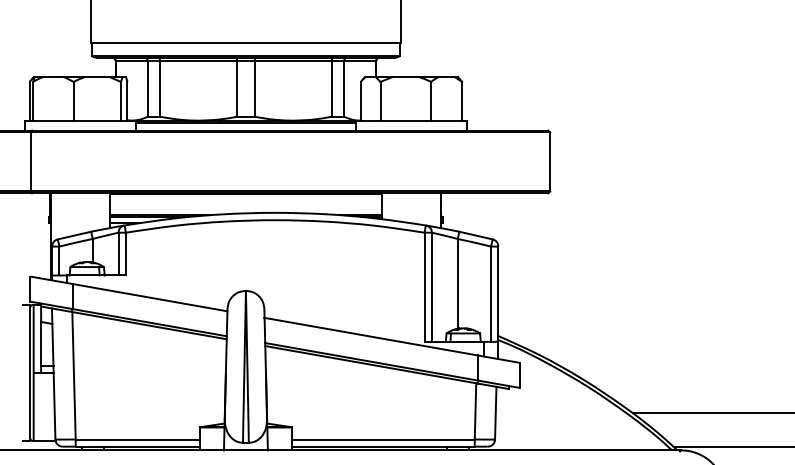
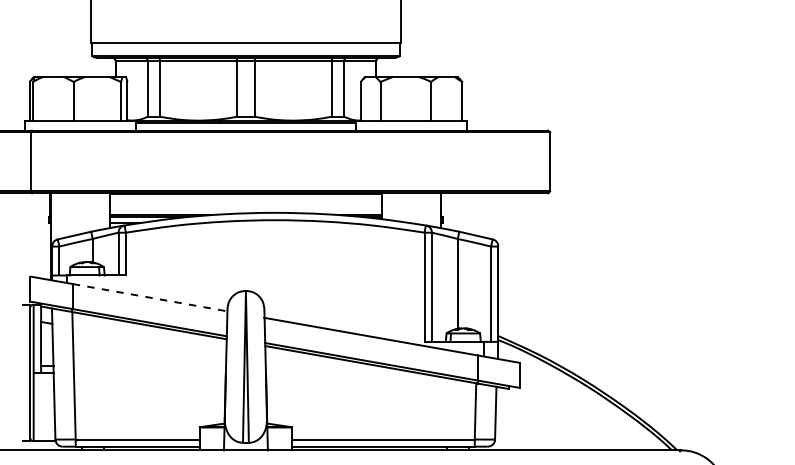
line at (150, 297): solid -> dashed
line at (712, 413): present -> none
line at (732, 446): present -> none
